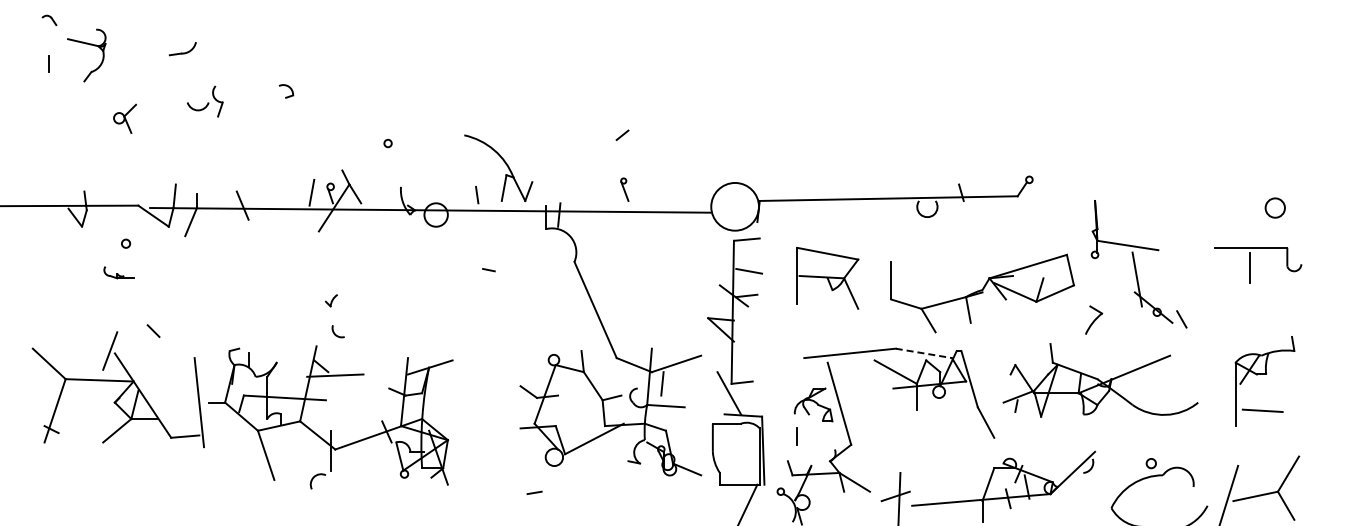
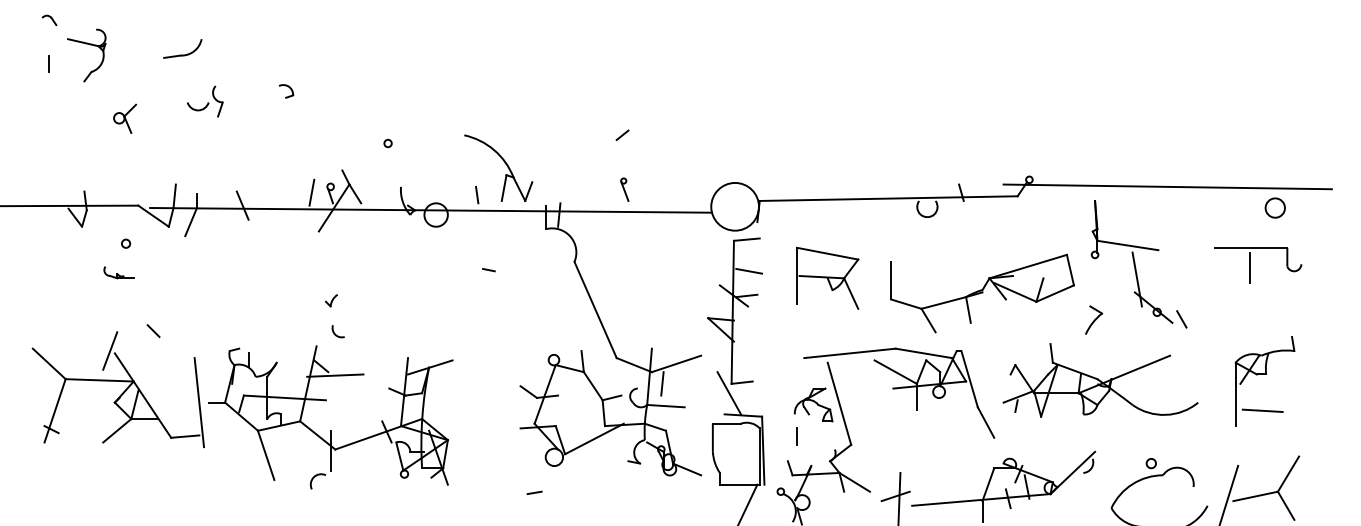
part at (182, 49) size: 29x15 px -> 40x20 px
line at (1167, 186): none -> present
line at (923, 353): dashed -> solid
